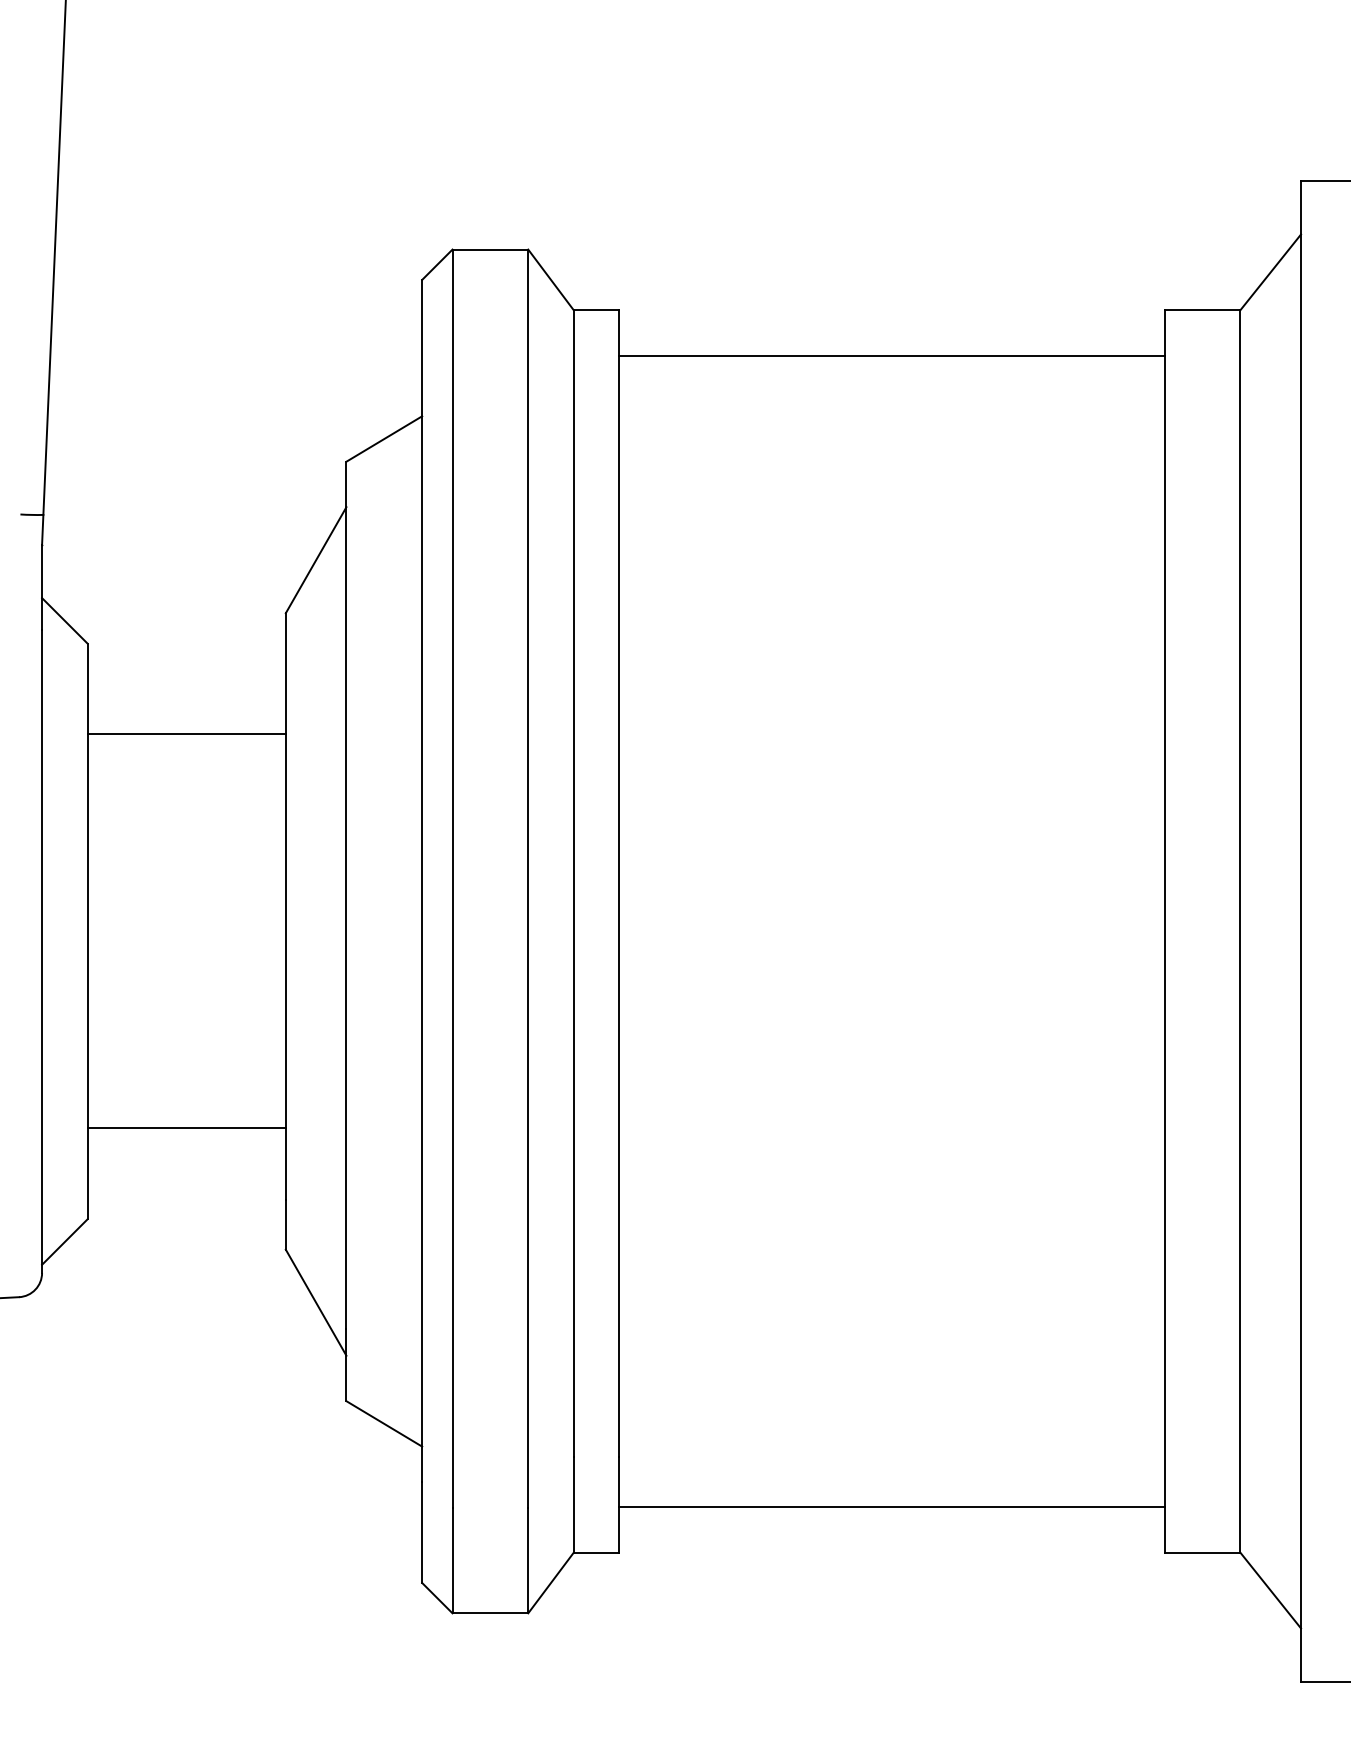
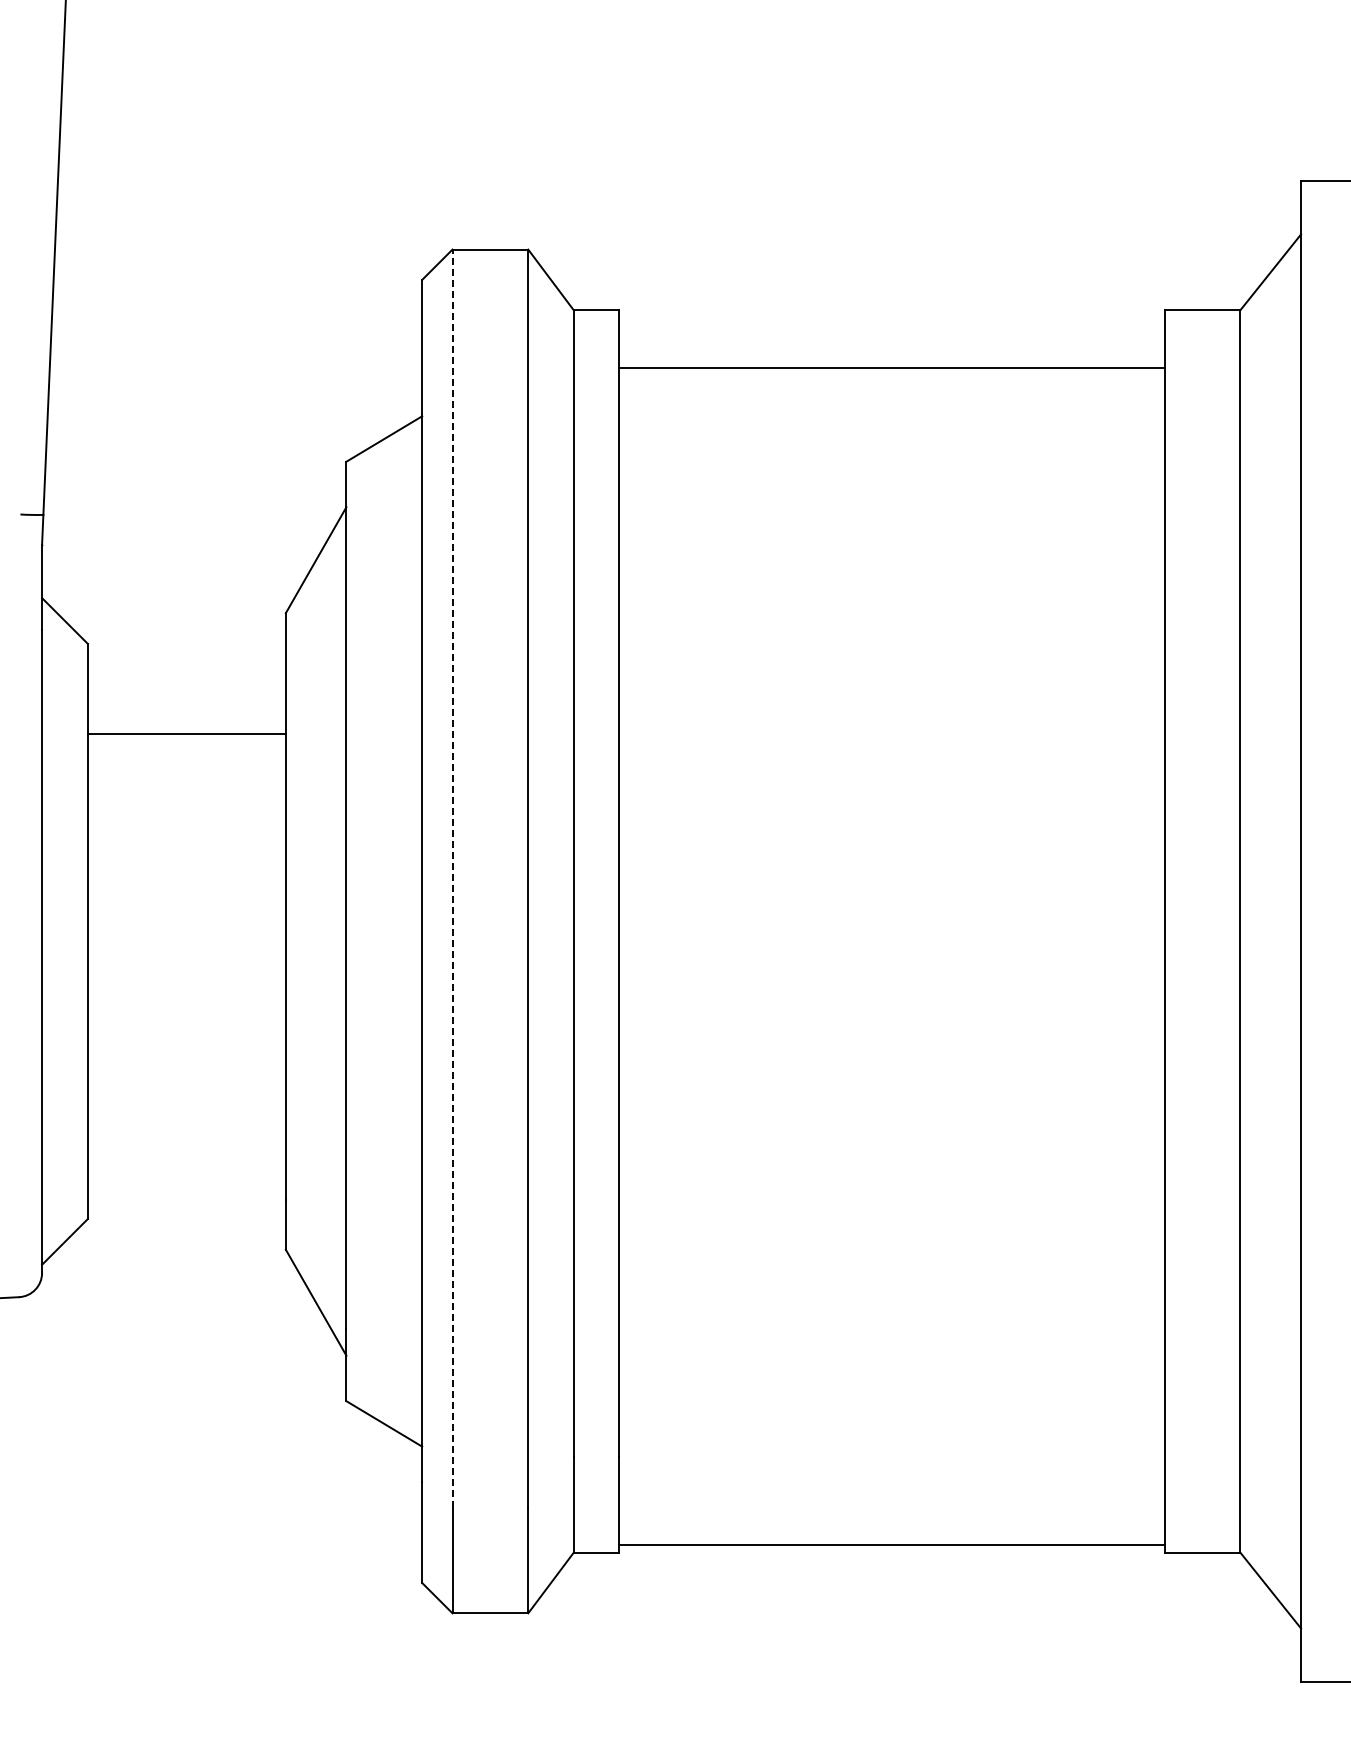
line at (891, 355) position: (891, 355) -> (891, 367)
line at (452, 878): solid -> dashed
line at (186, 1128): present -> none
line at (891, 1507) position: (891, 1507) -> (891, 1545)
